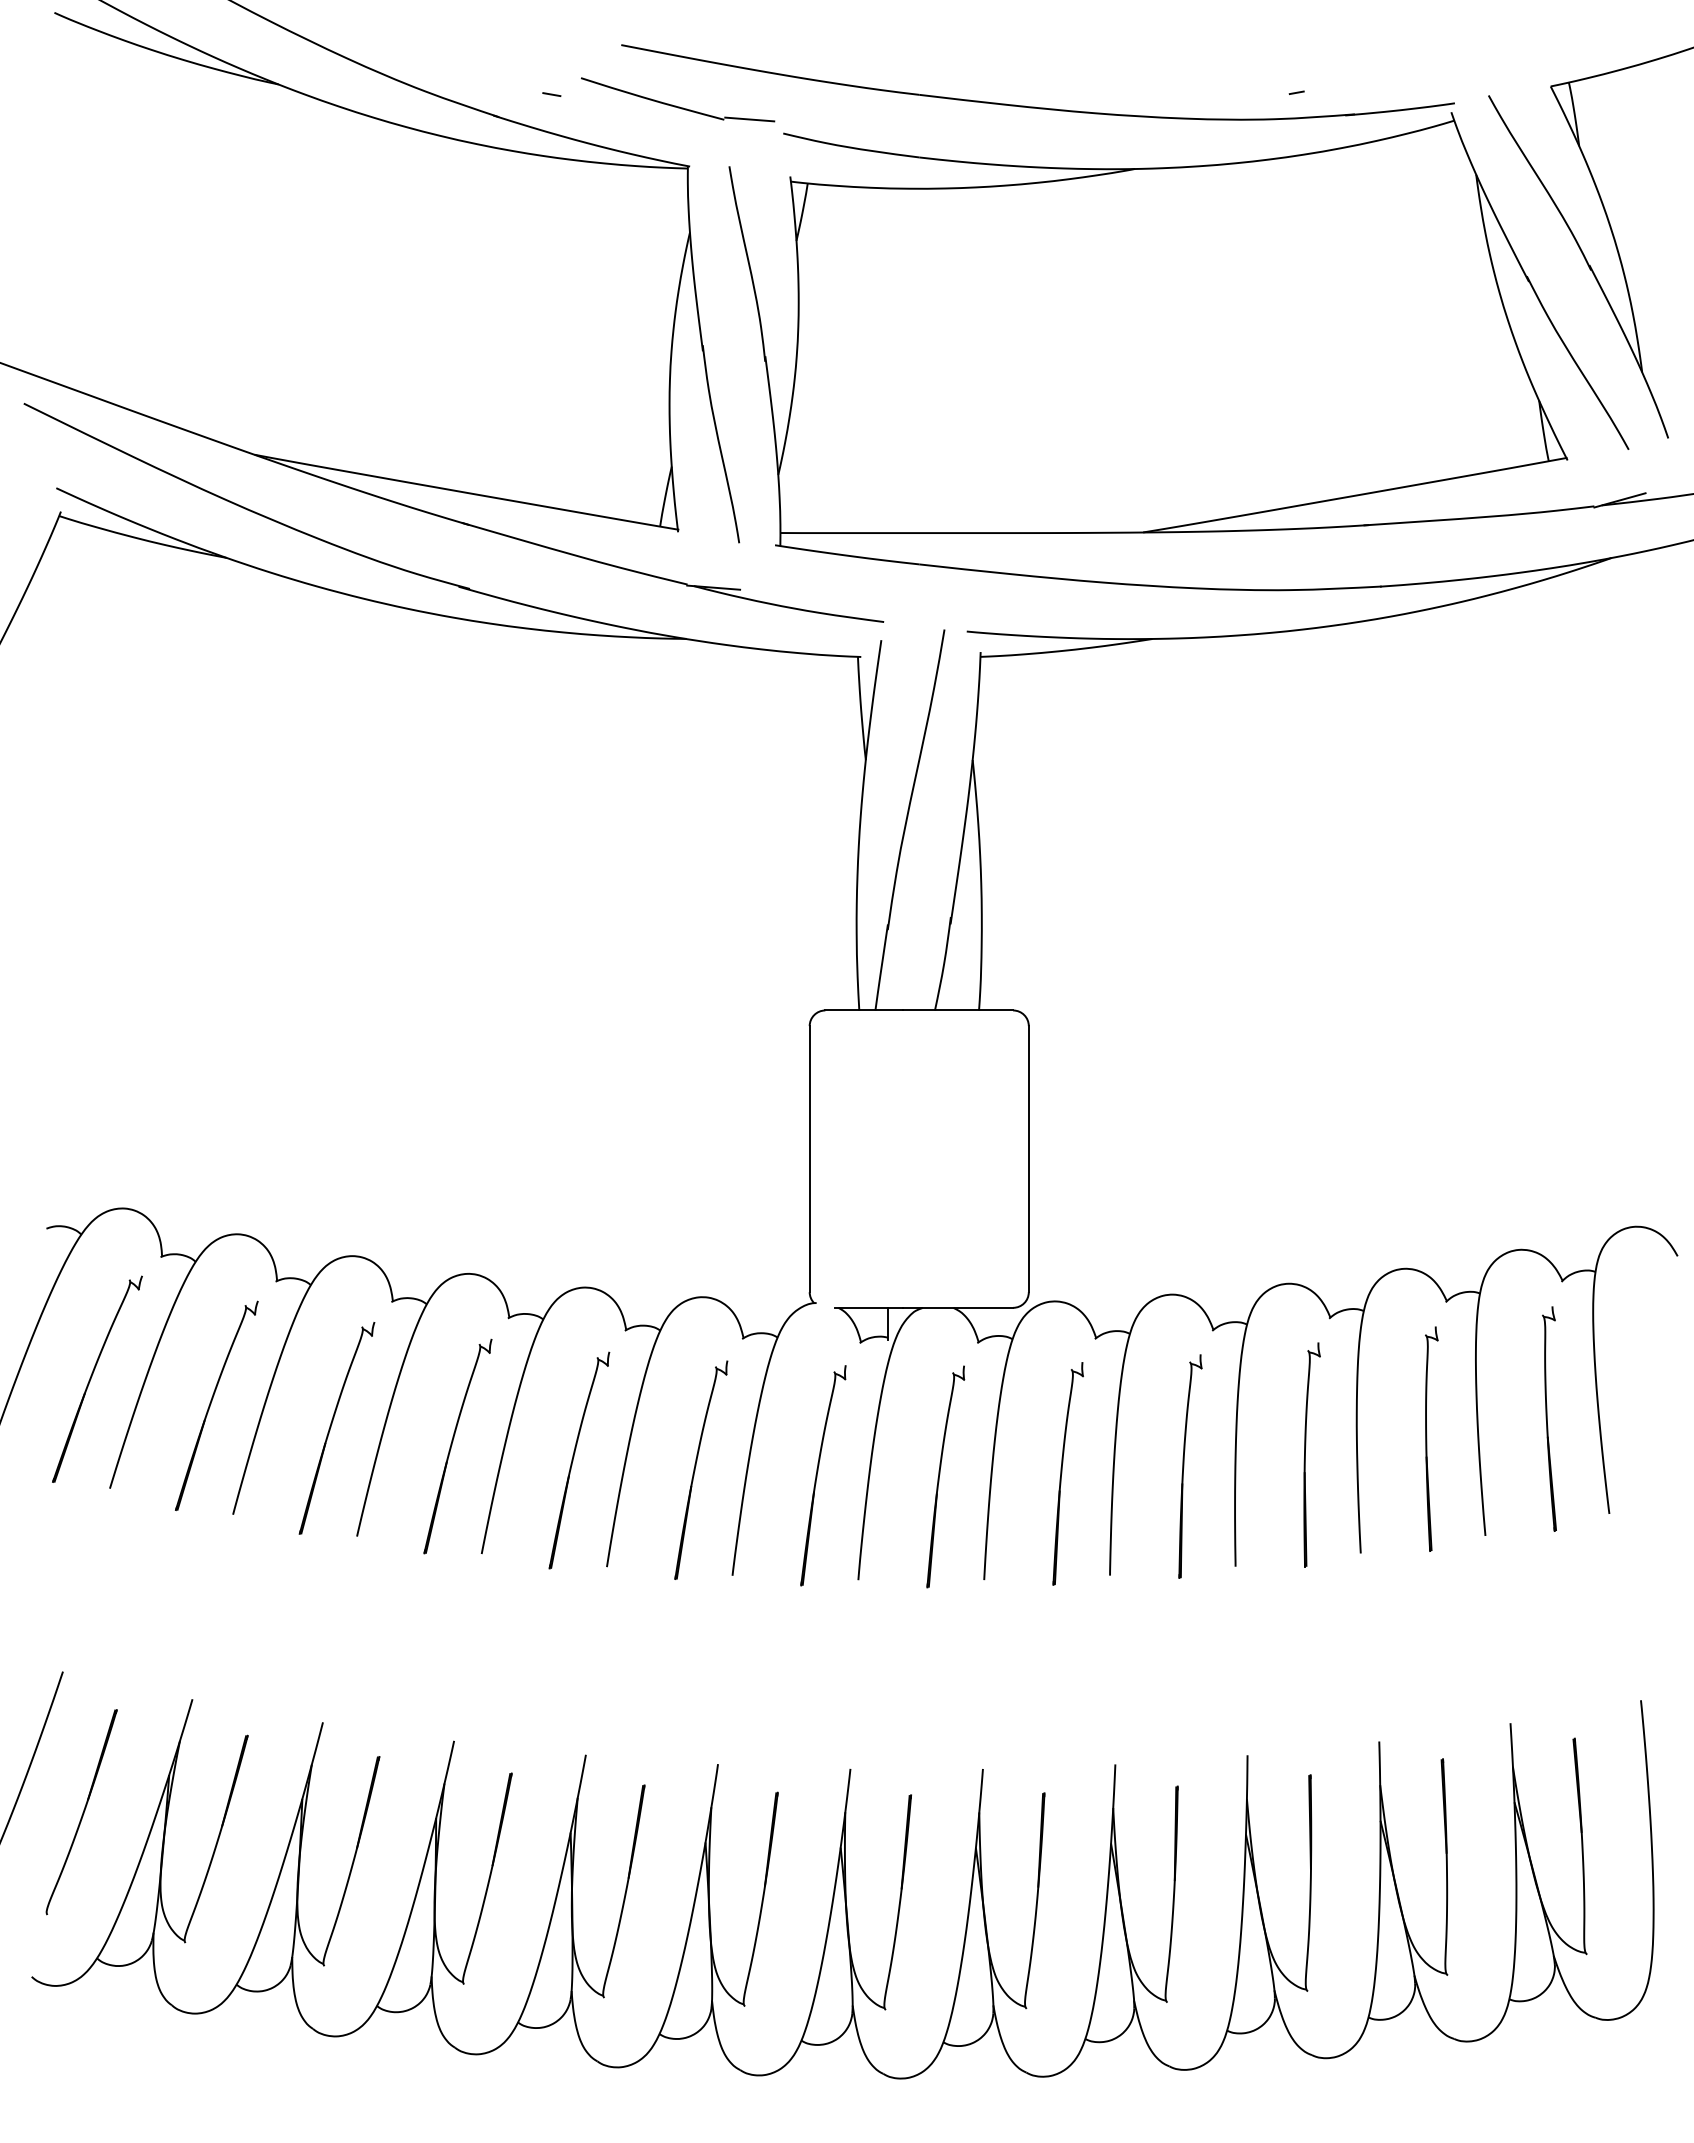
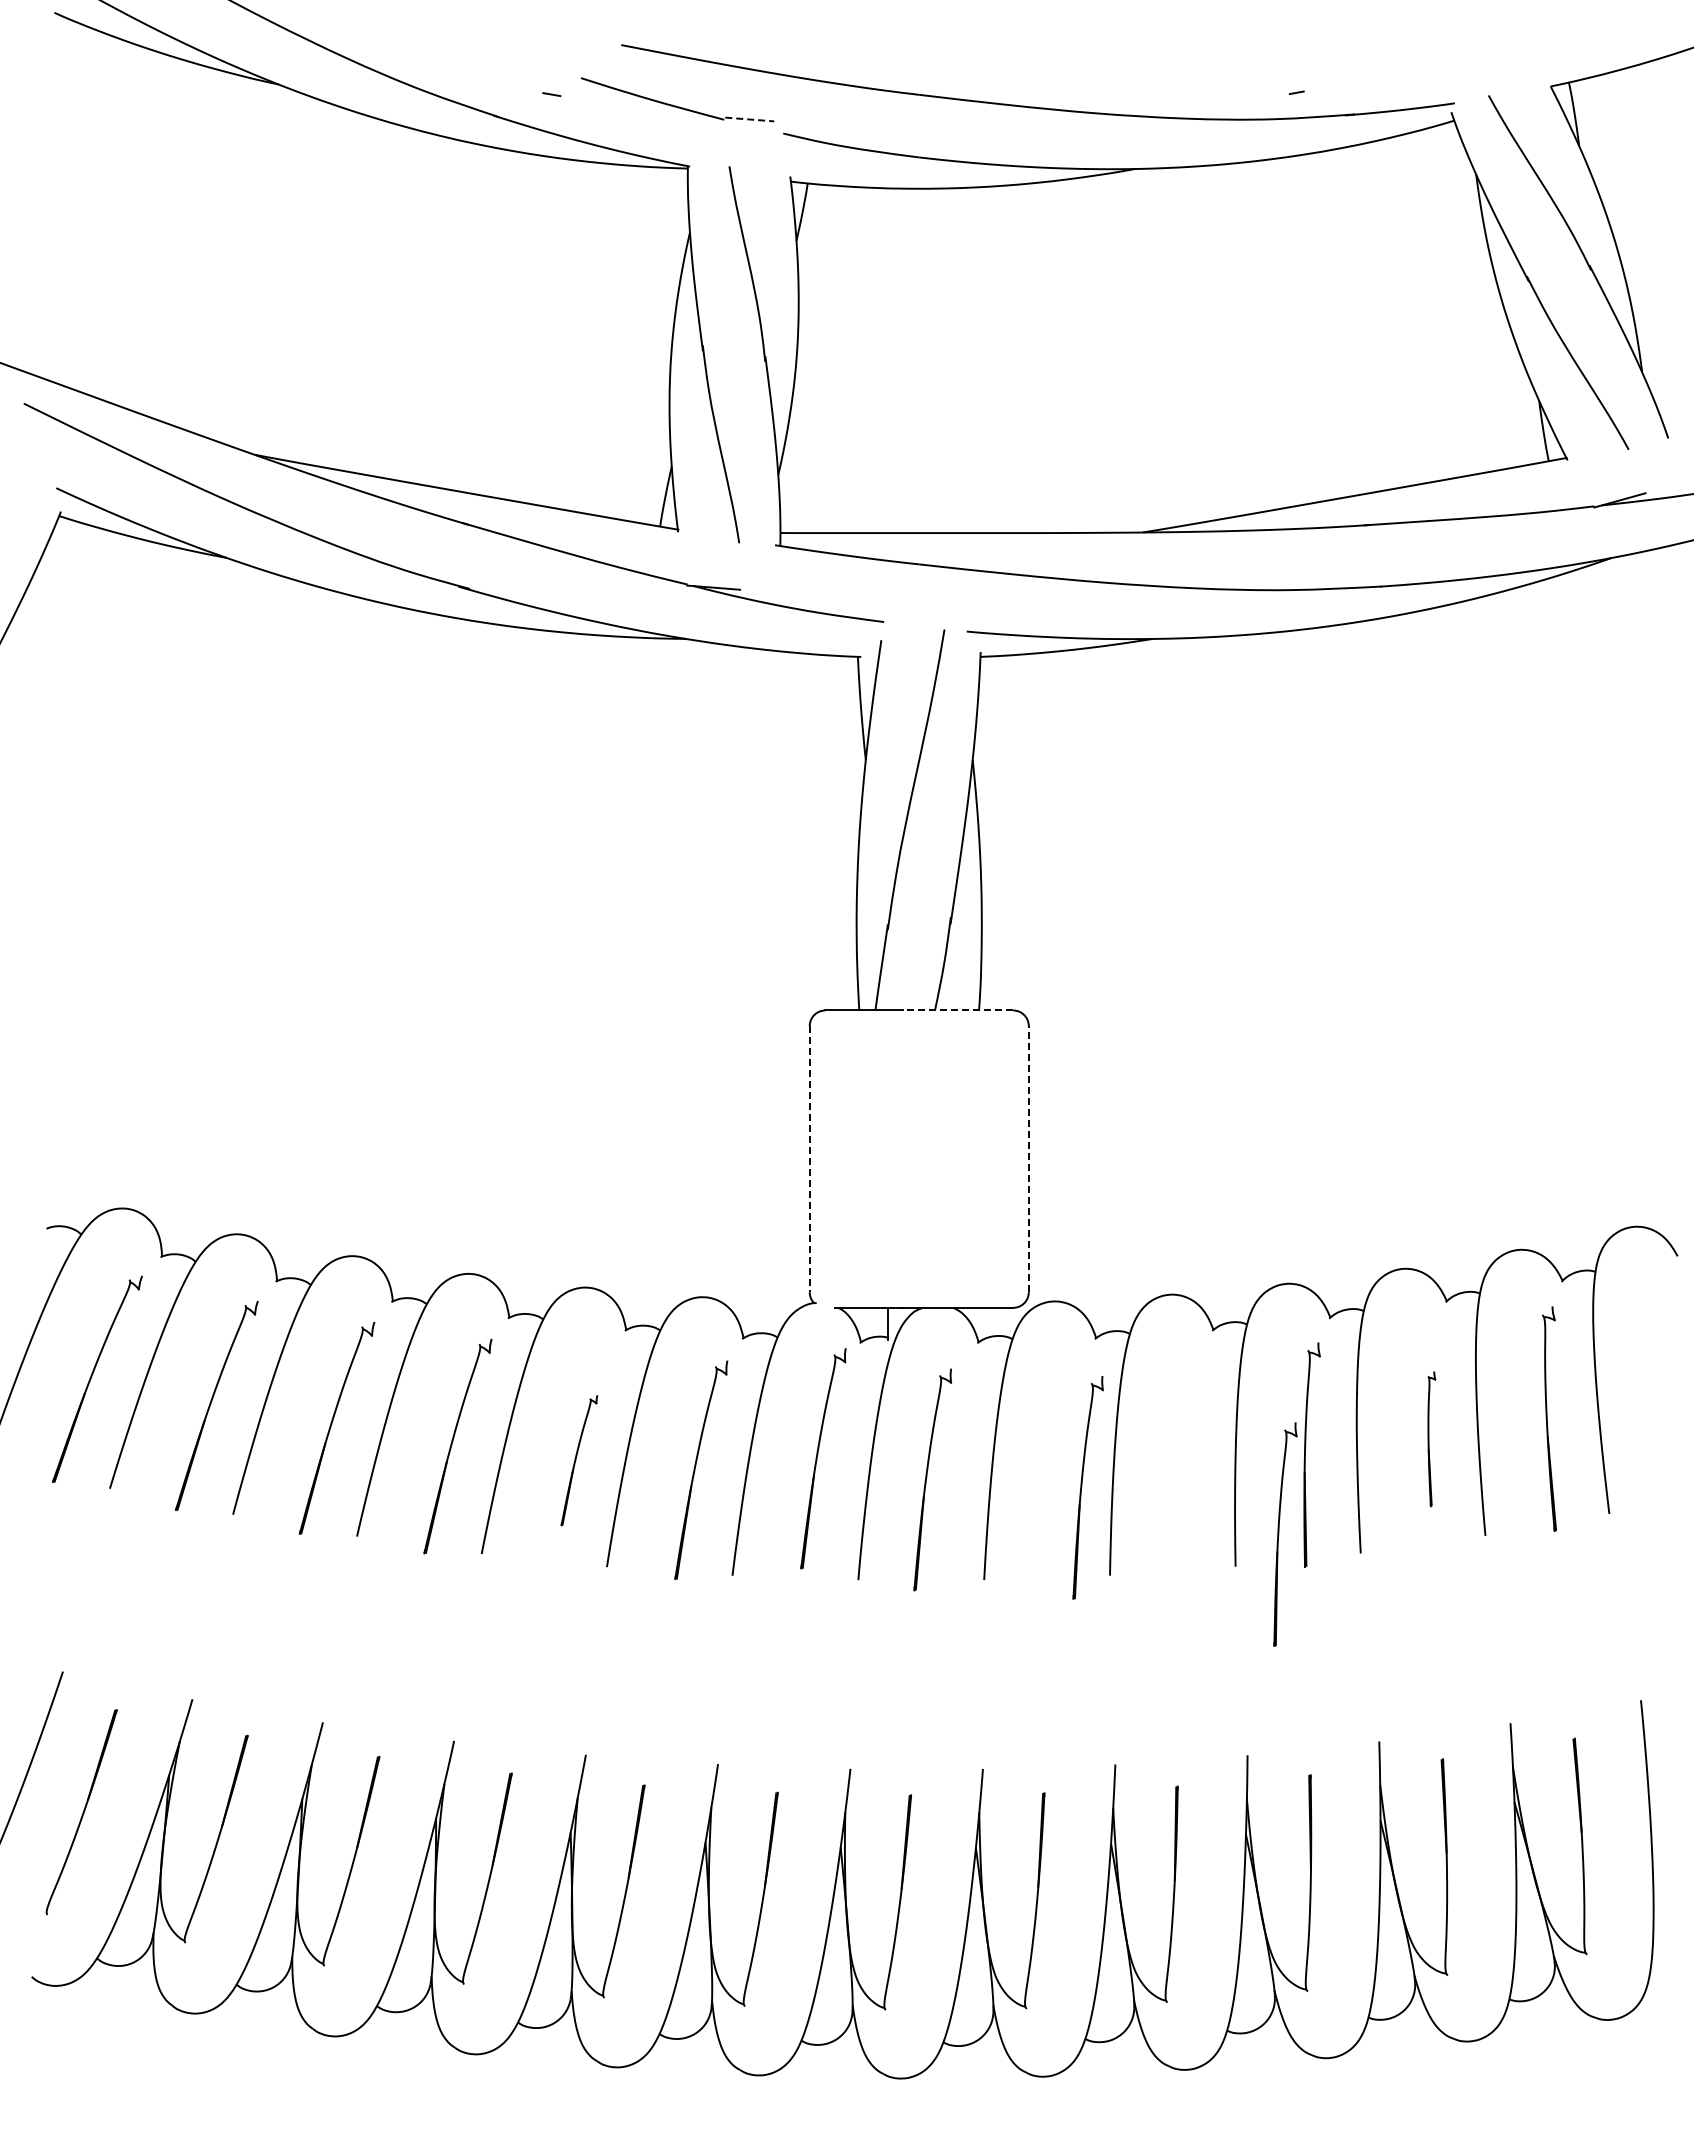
line at (749, 119): solid -> dashed
line at (957, 1010): solid -> dashed
line at (1028, 1158): solid -> dashed
line at (809, 1159): solid -> dashed
part at (1431, 1438) size: 14x226 px -> 10x137 px
part at (579, 1460) size: 63x219 px -> 39x132 px
part at (1190, 1466) position: (1190, 1466) -> (1285, 1534)
part at (1067, 1473) position: (1067, 1473) -> (1087, 1487)
part at (823, 1475) position: (823, 1475) -> (823, 1458)
part at (945, 1476) position: (945, 1476) -> (932, 1479)
